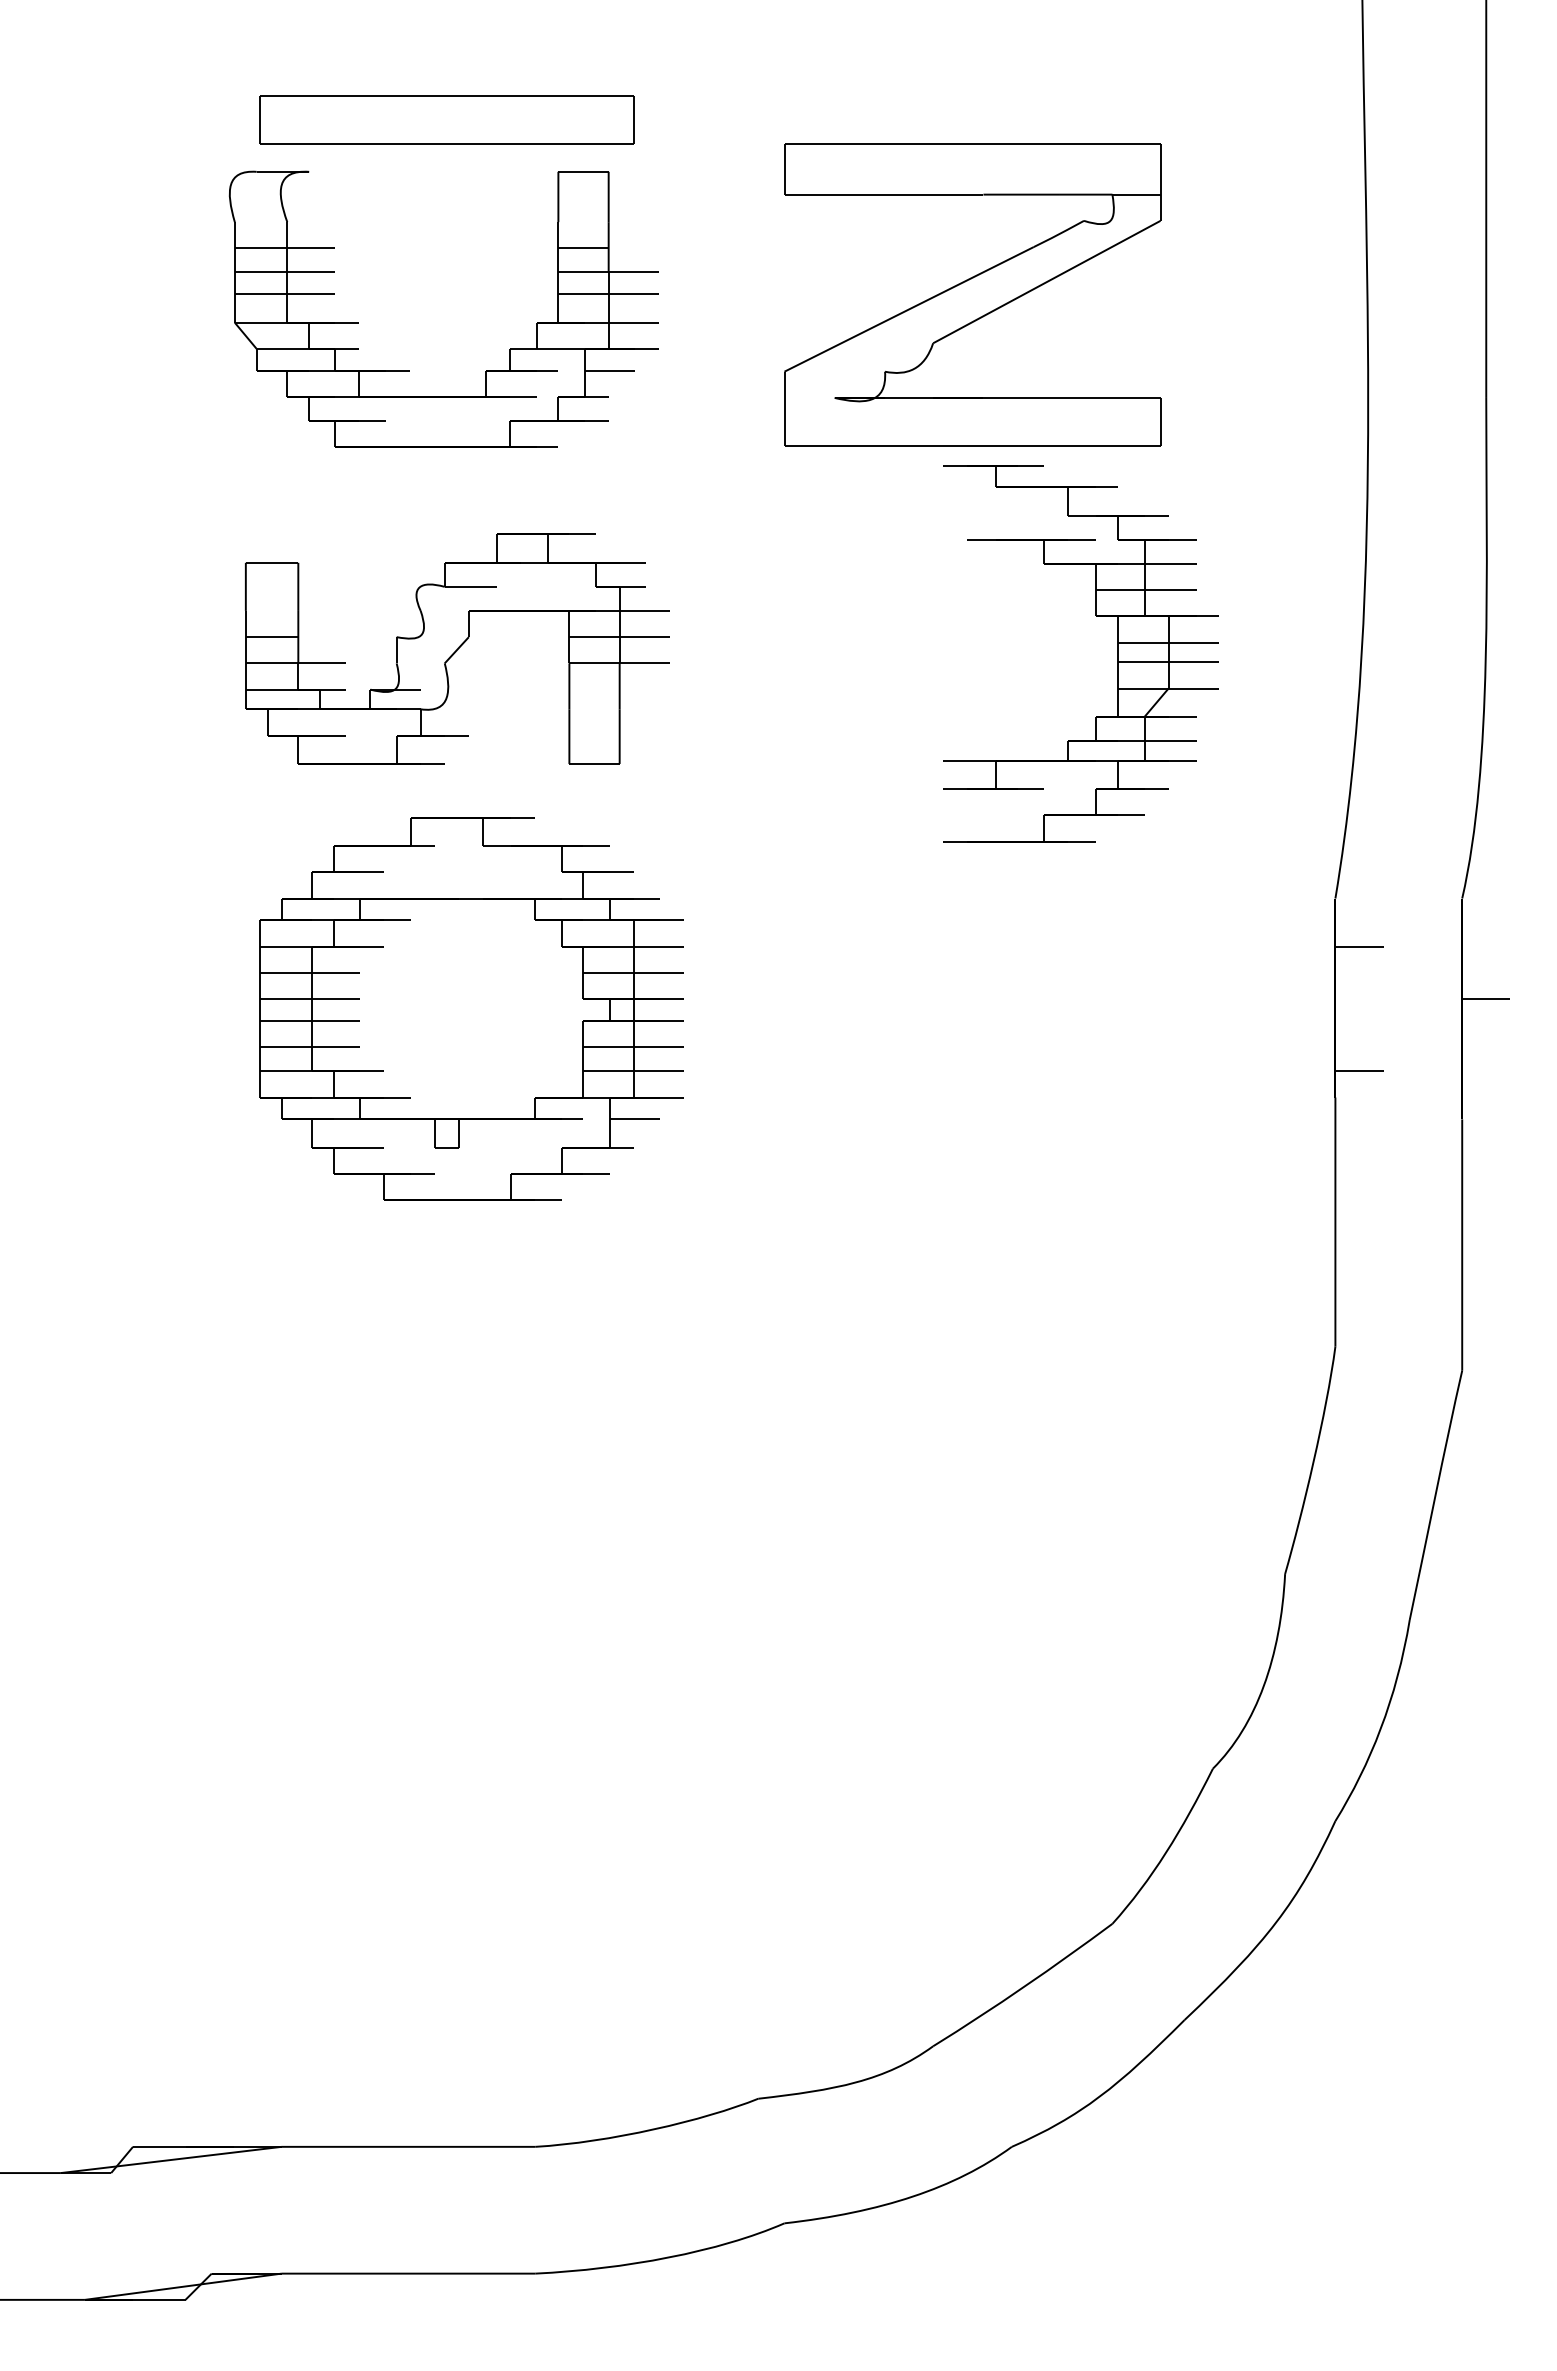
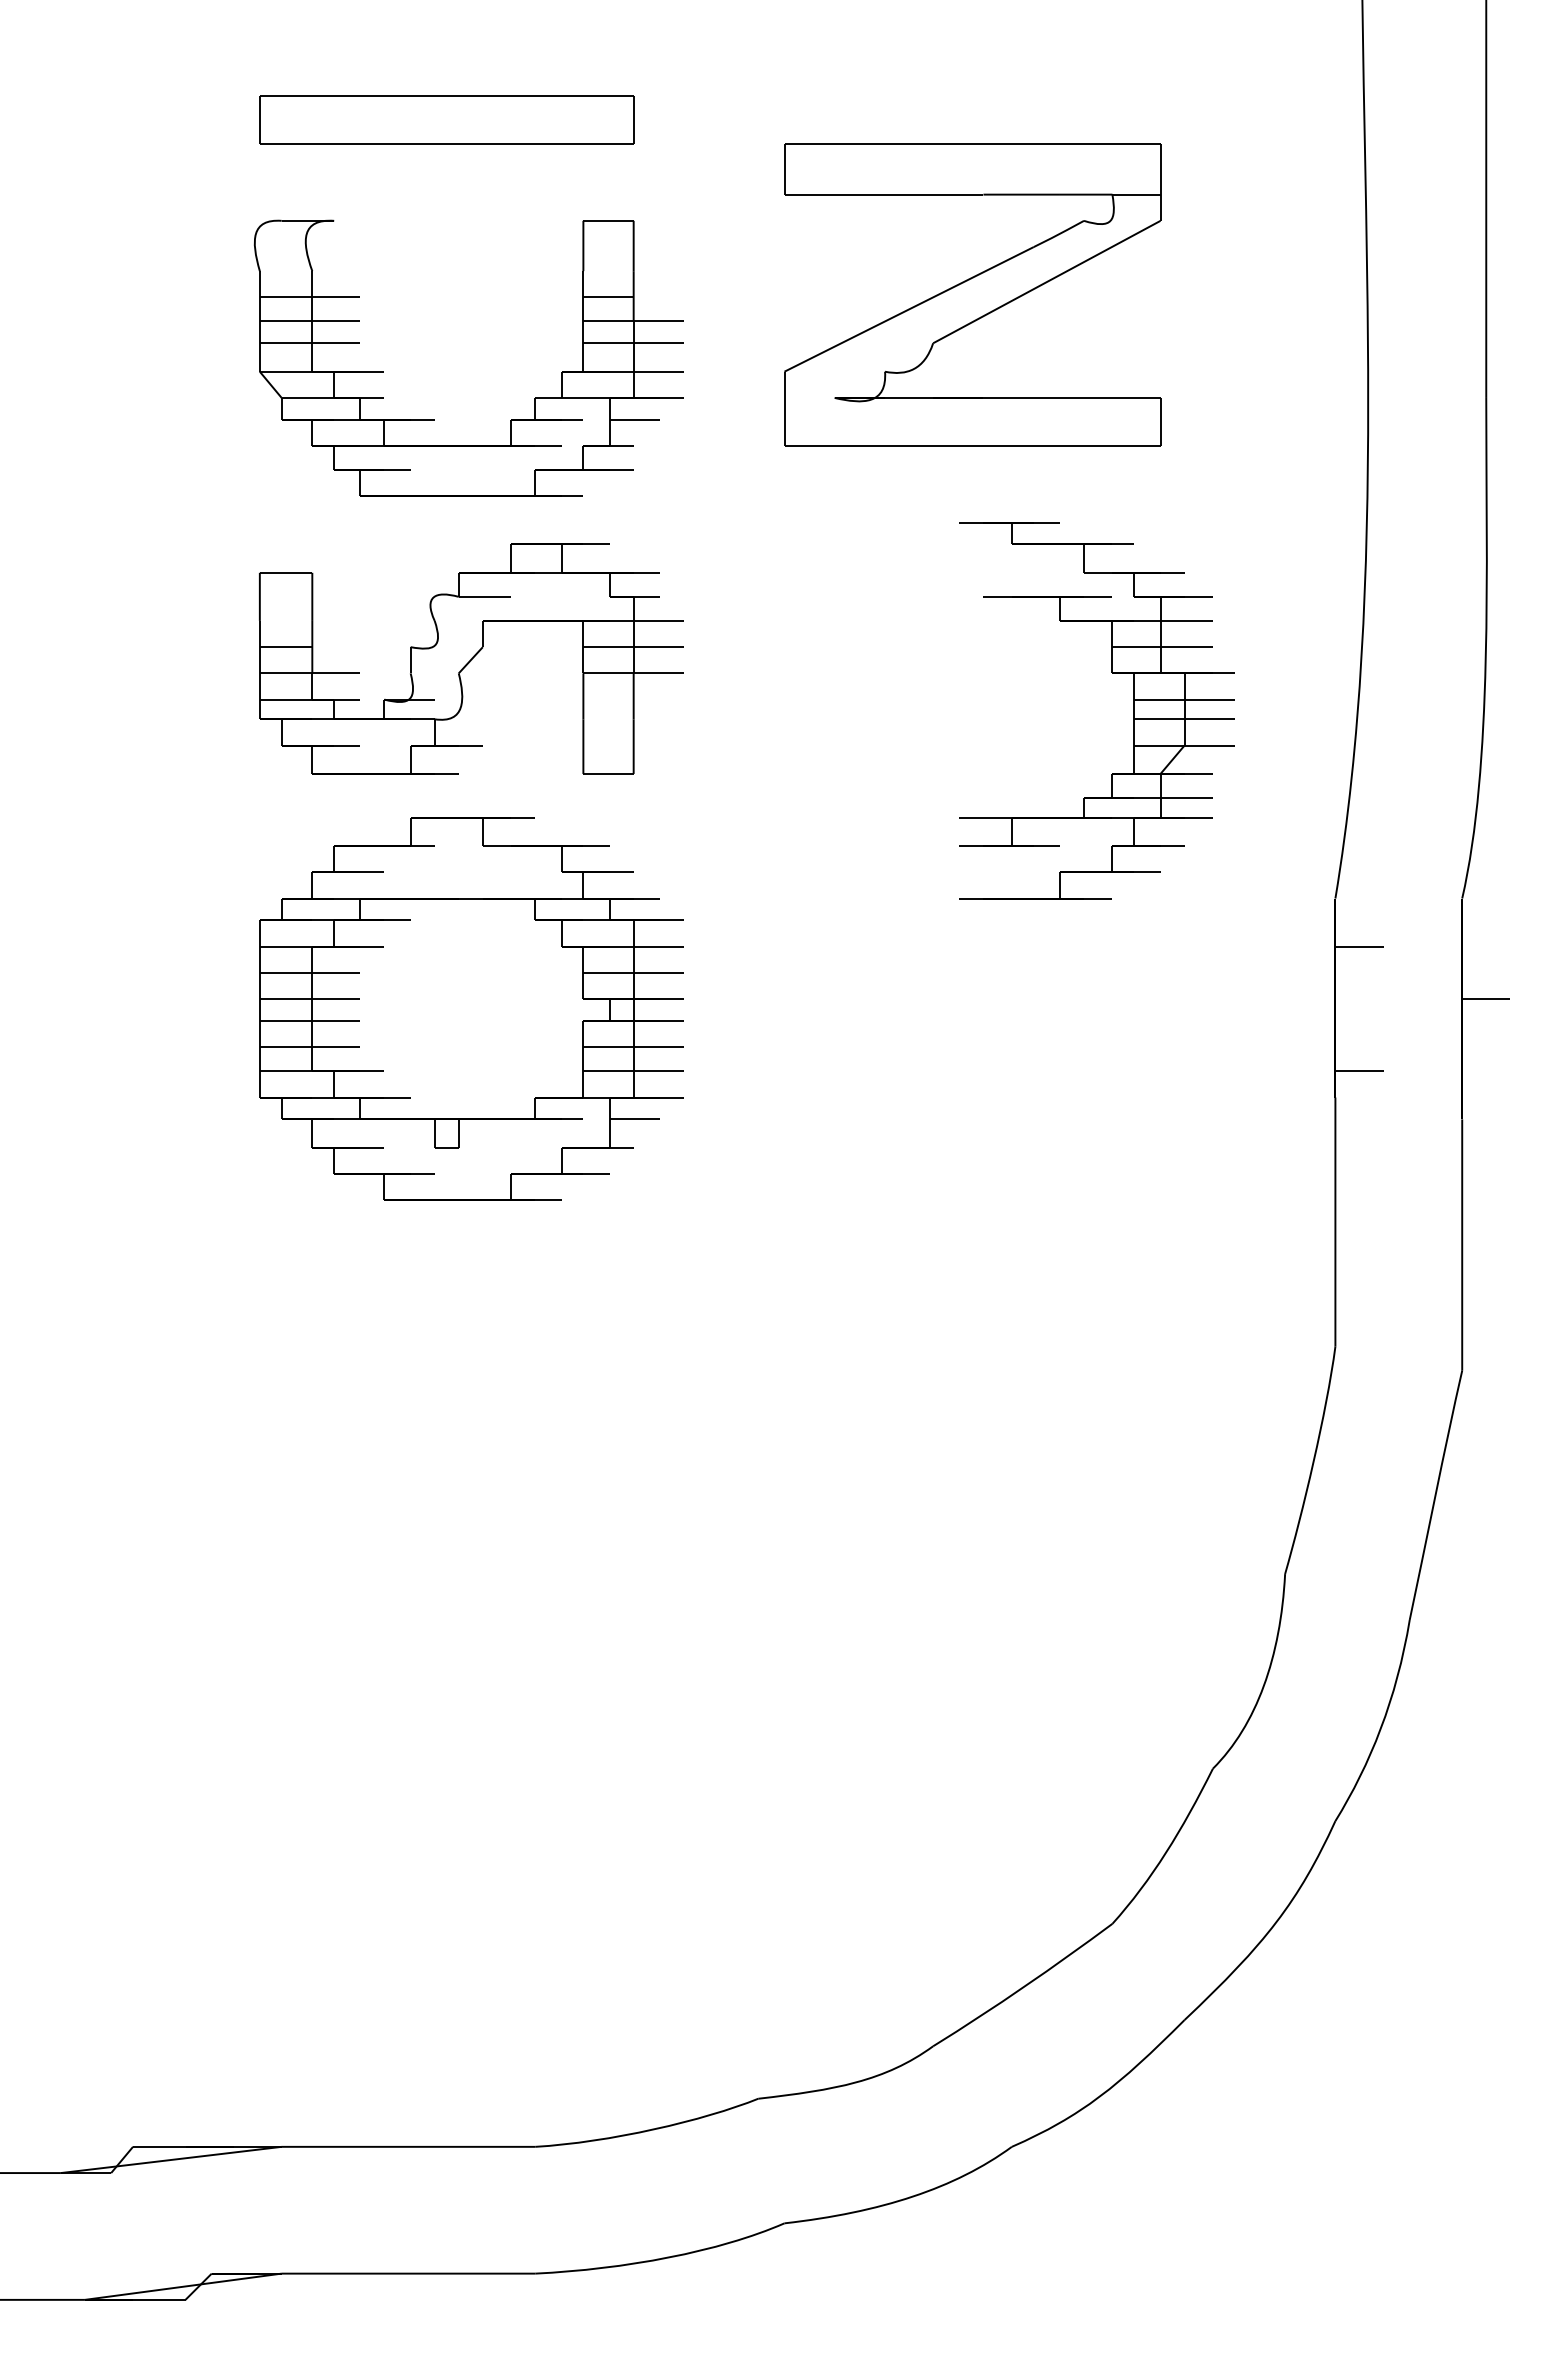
part at (409, 370) position: (409, 370) -> (434, 419)
part at (457, 648) position: (457, 648) -> (471, 658)
part at (1117, 653) position: (1117, 653) -> (1133, 710)
